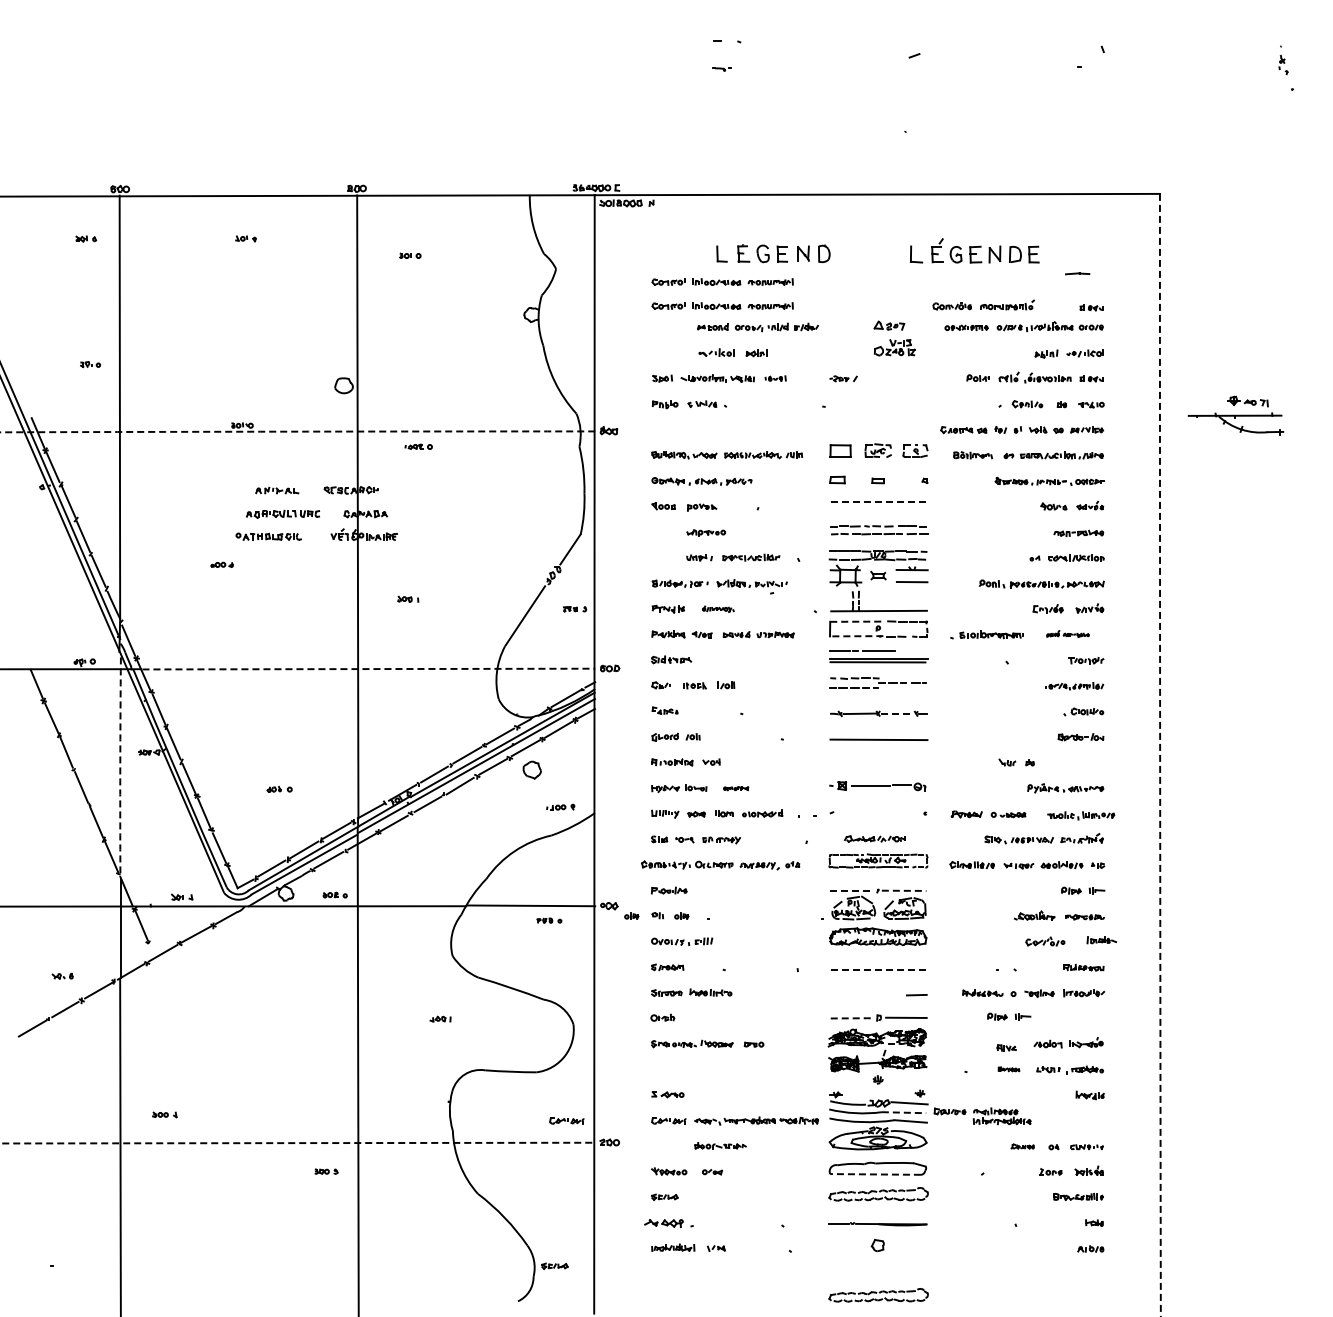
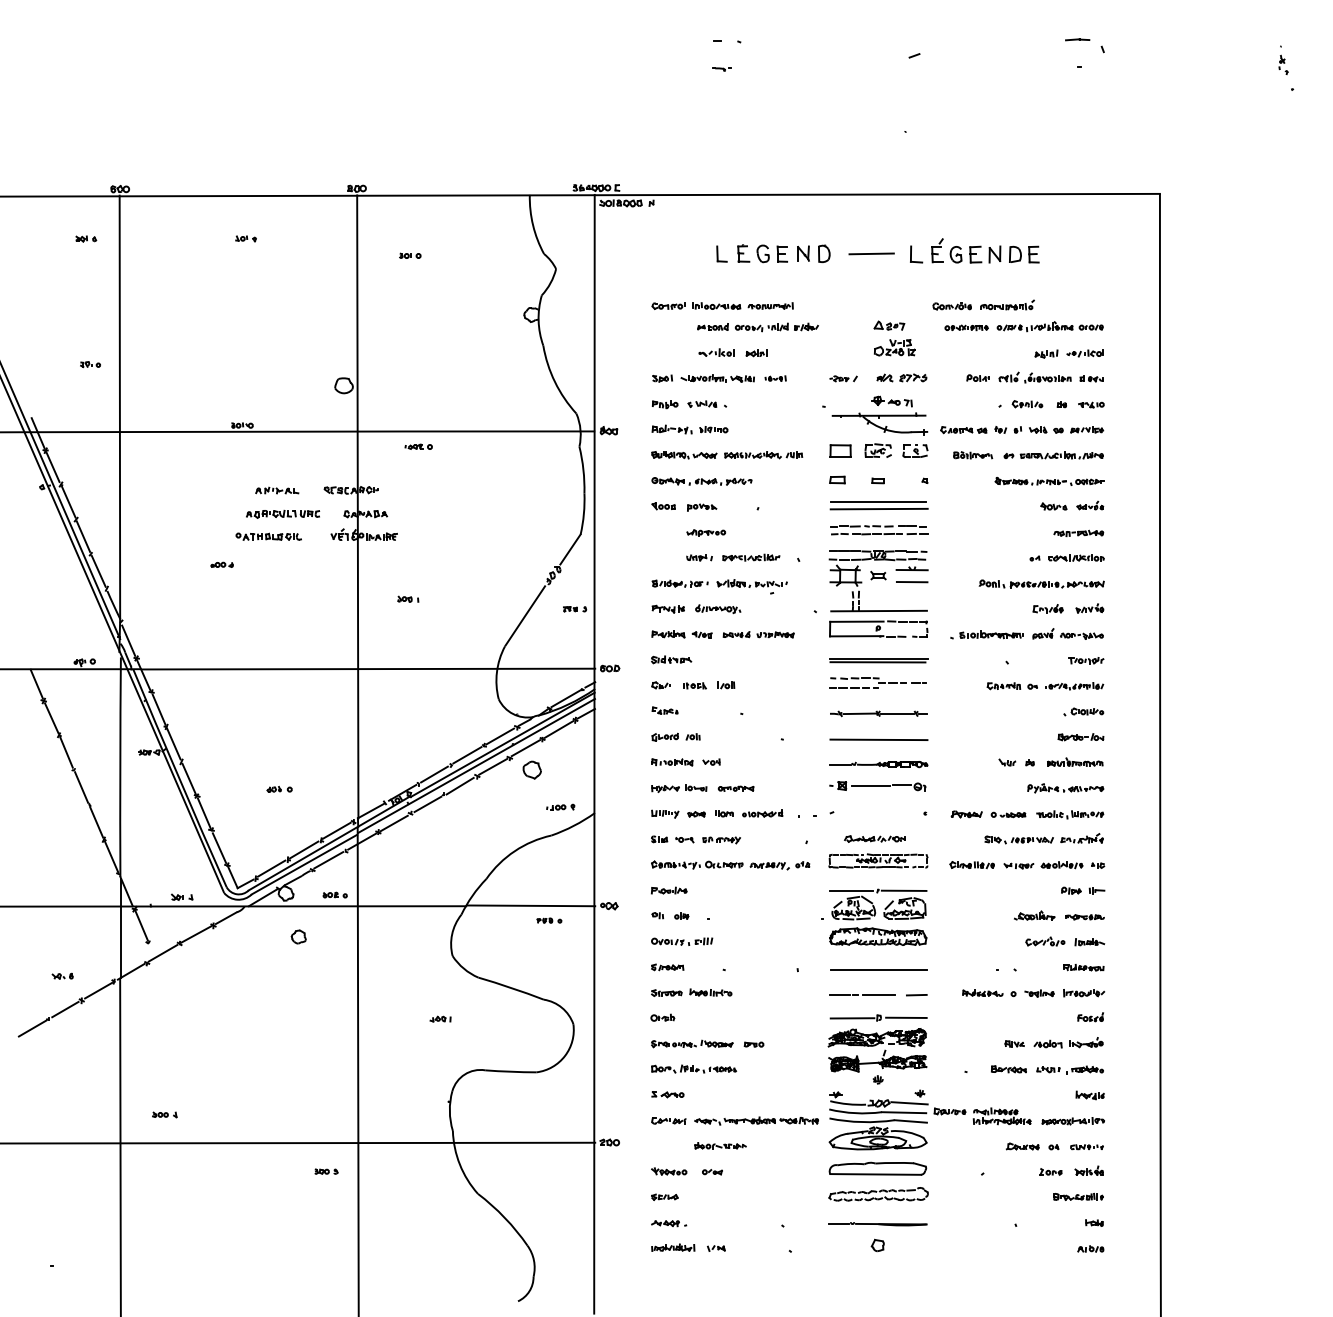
line at (871, 253): none -> present
line at (1077, 273) position: (1077, 273) -> (1077, 39)
part at (722, 281): present -> none
part at (1091, 307): present -> none
part at (901, 377): none -> present
part at (1235, 415) position: (1235, 415) -> (879, 415)
part at (689, 429): none -> present
arc at (297, 431): dashed -> solid
line at (879, 502): dashed -> solid
line at (878, 508): none -> present
part at (717, 608) size: 34x8 px -> 47x11 px
line at (856, 621): dashed -> solid
part at (1067, 633) size: 44x8 px -> 72x12 px
line at (856, 636): dashed -> solid
line at (862, 650) position: (862, 650) -> (862, 994)
line at (369, 669): dashed -> solid
part at (1011, 686): none -> present
line at (897, 713): dashed -> solid
arc at (1160, 756): dashed -> solid
part at (1075, 761): none -> present
part at (878, 764): none -> present
arc at (120, 767): dashed -> solid
part at (736, 788) size: 27x6 px -> 38x7 px
part at (1081, 815) position: (1081, 815) -> (1070, 814)
part at (720, 865) position: (720, 865) -> (730, 865)
line at (851, 890): dashed -> solid
line at (904, 890): dashed -> solid
part at (631, 915): present -> none
part at (298, 936): none -> present
part at (1101, 940) position: (1101, 940) -> (1089, 942)
line at (879, 969): dashed -> solid
part at (1009, 1016): present -> none
part at (1090, 1017): none -> present
line at (852, 1018): dashed -> solid
part at (1006, 1047) position: (1006, 1047) -> (1014, 1043)
part at (694, 1068): none -> present
part at (1008, 1069) size: 24x7 px -> 36x9 px
line at (904, 1112): dashed -> solid
part at (566, 1120): present -> none
part at (1072, 1121): none -> present
line at (298, 1143): dashed -> solid
part at (1022, 1146) size: 25x7 px -> 35x9 px
line at (875, 1174): dashed -> solid
part at (668, 1223) size: 50x9 px -> 37x8 px
part at (554, 1265): present -> none
part at (878, 1295): present -> none
